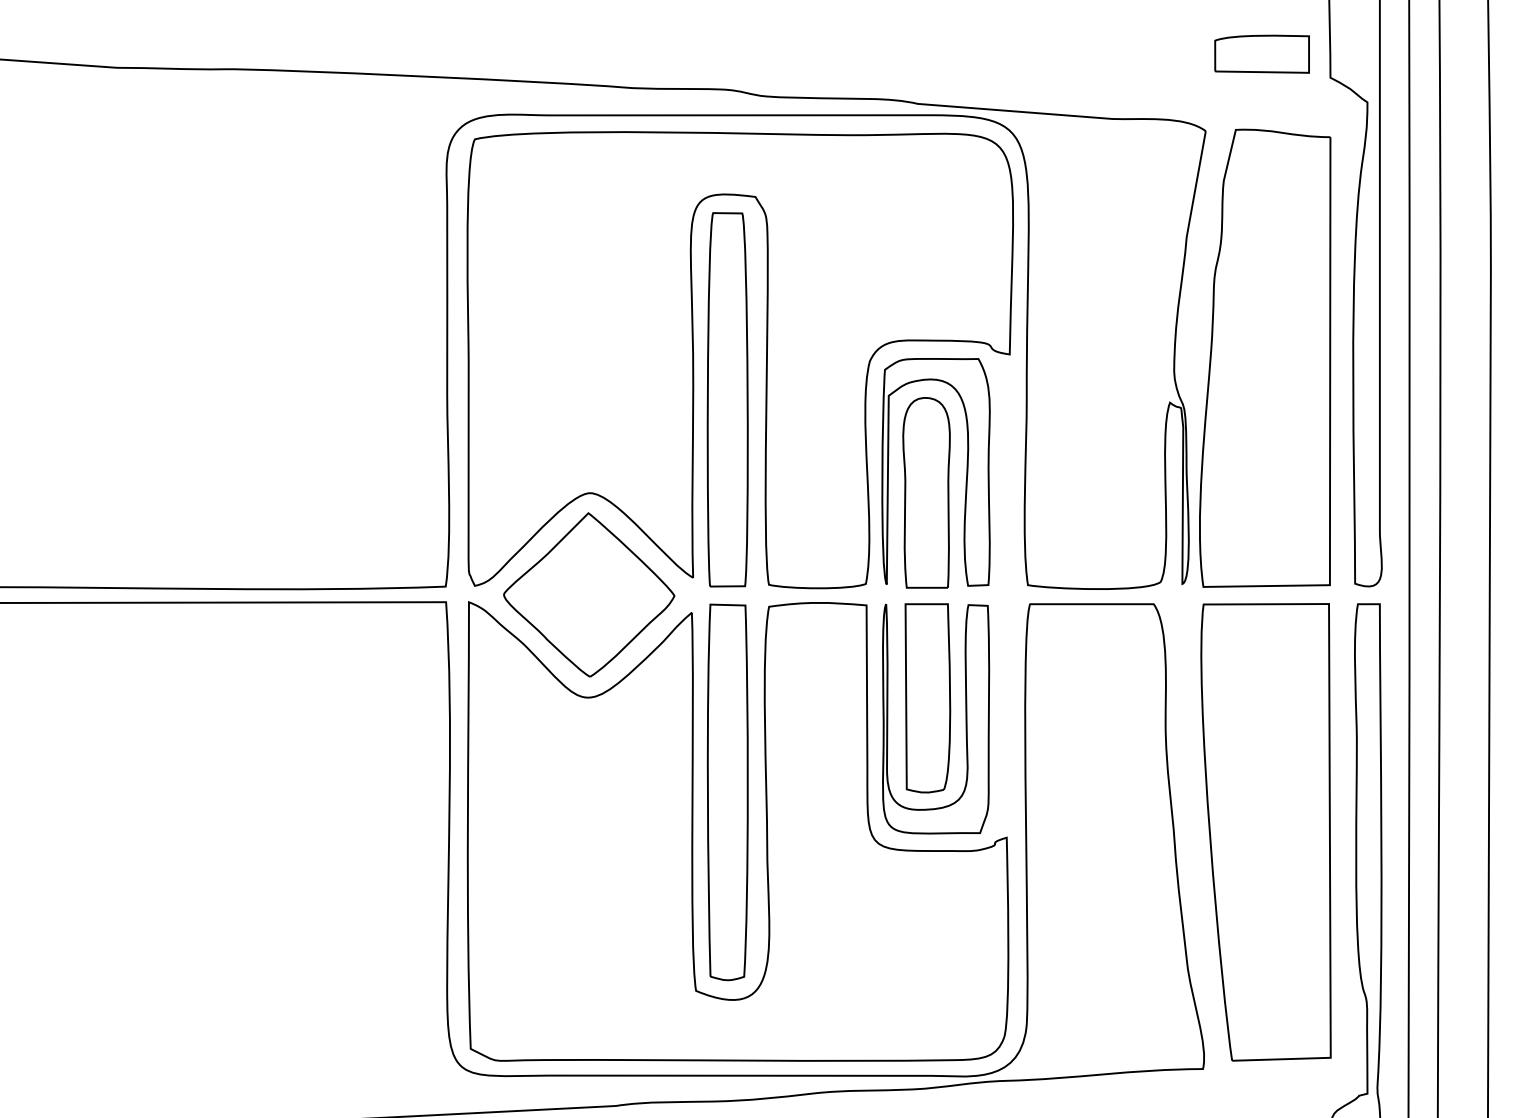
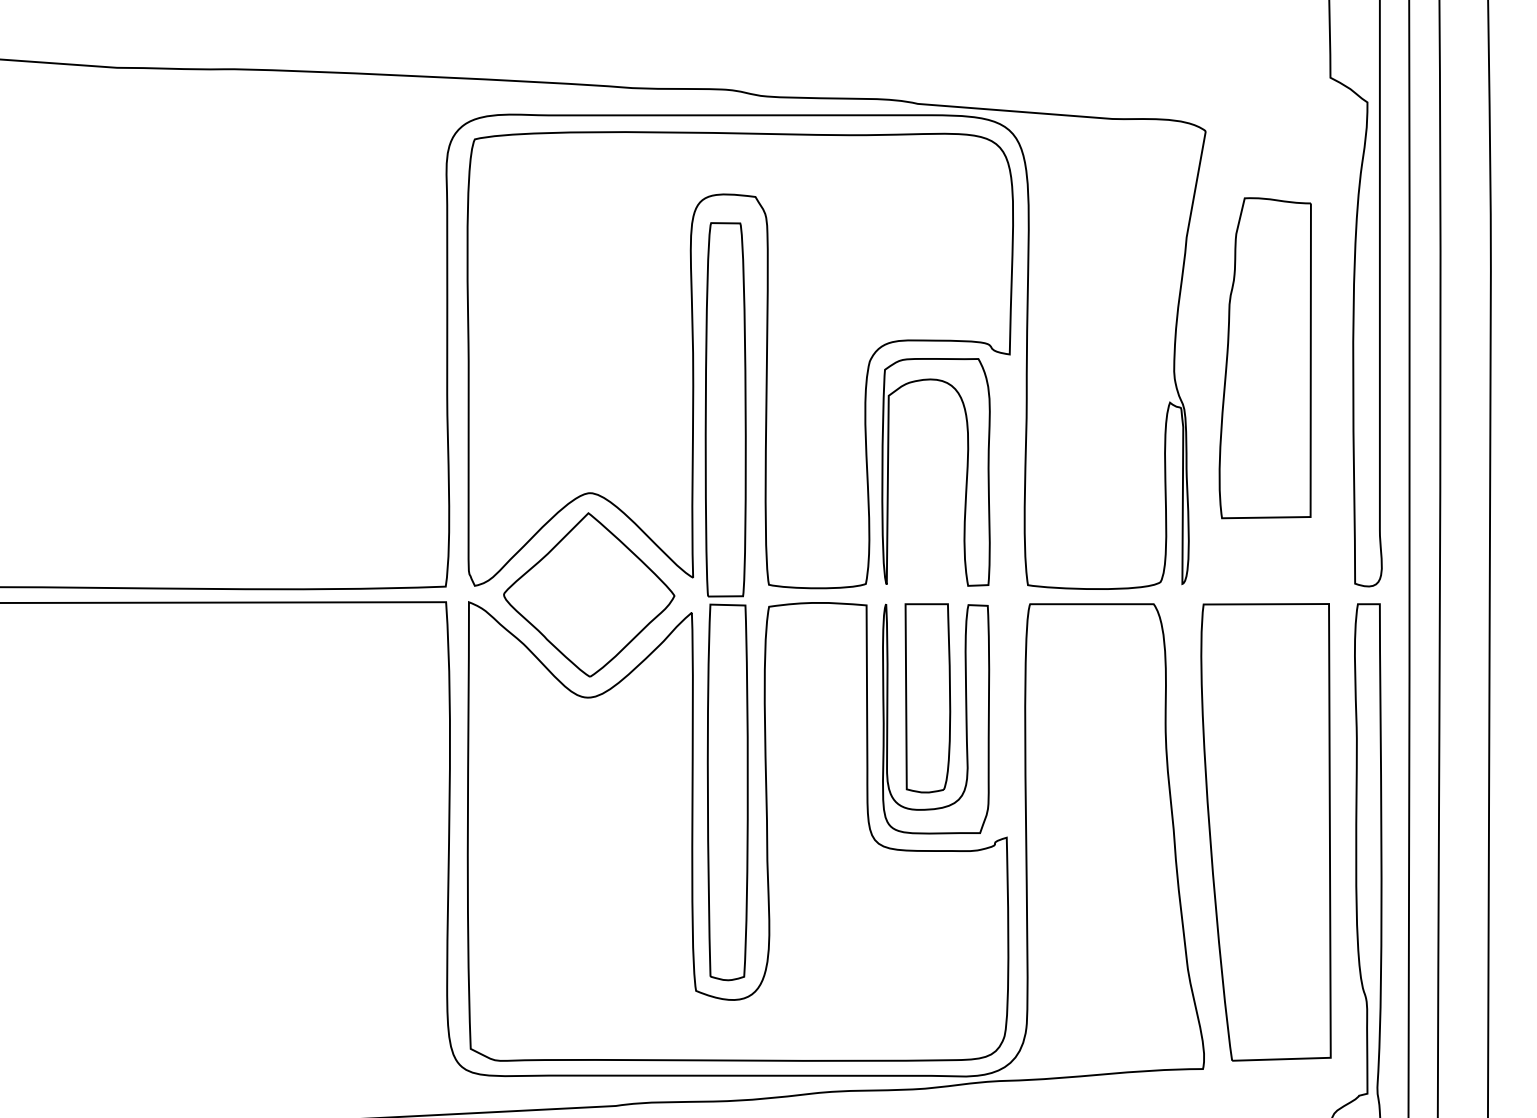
part at (1261, 53): present -> none
part at (1265, 357) size: 133x460 px -> 94x323 px
part at (727, 399) position: (727, 399) -> (725, 409)
part at (926, 492): present -> none
